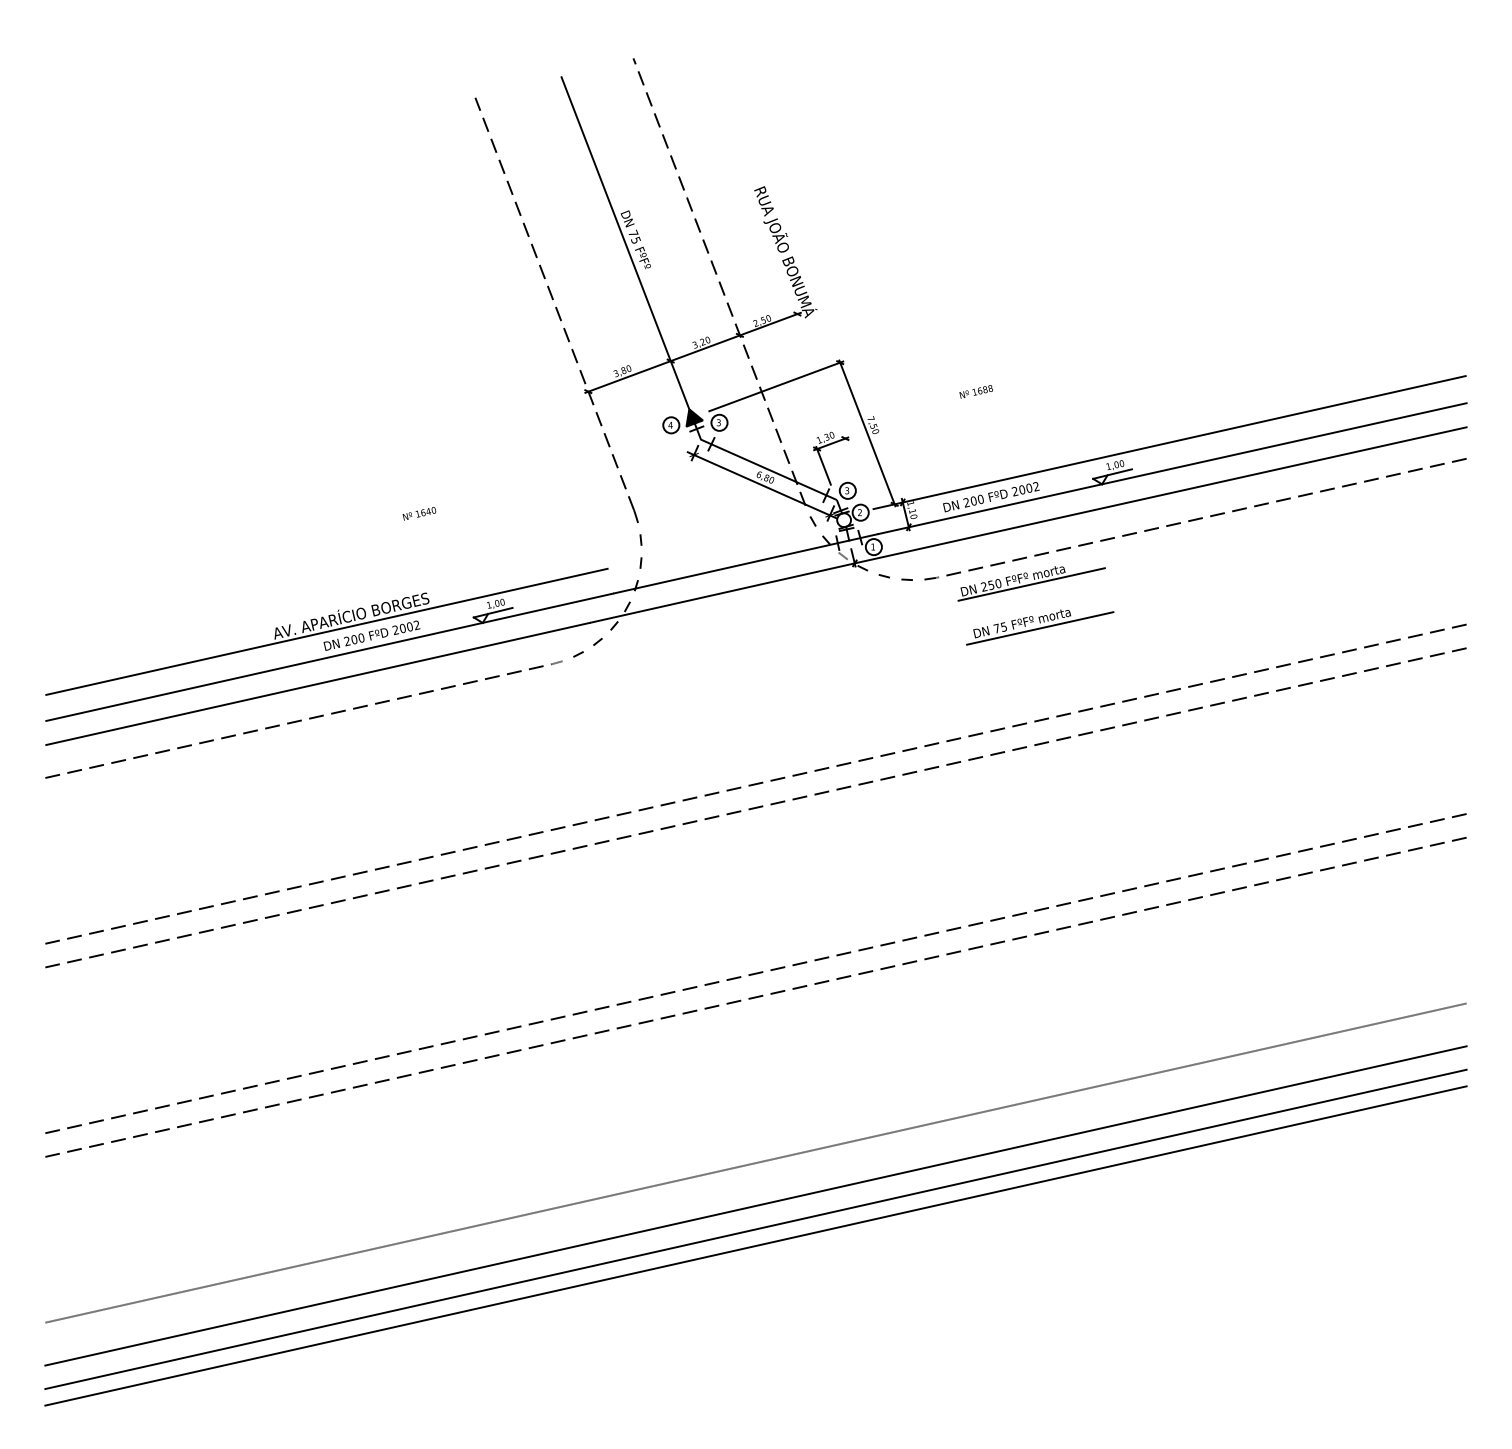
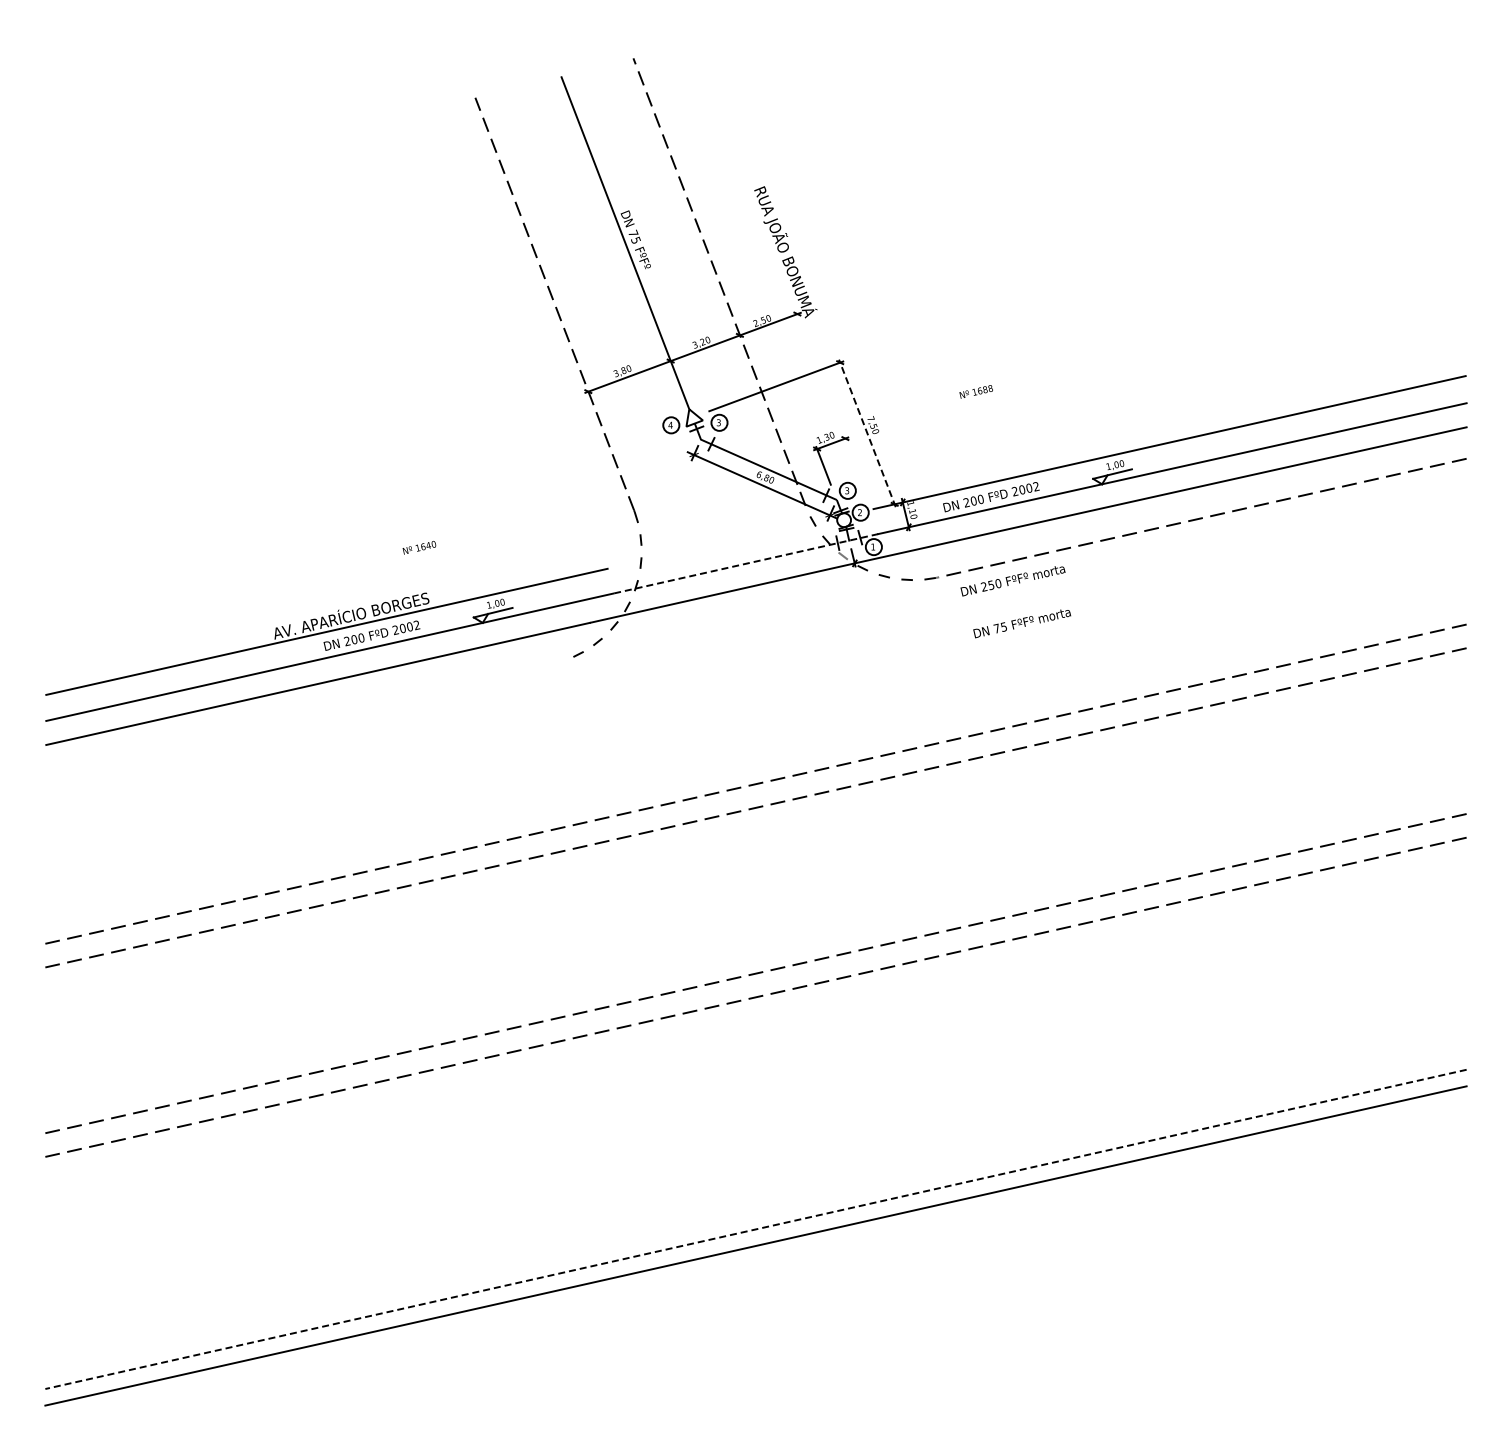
fill at (694, 417): present -> none
line at (867, 432): solid -> dashed
text at (419, 513) position: (419, 513) -> (419, 547)
line at (746, 563): solid -> dashed
line at (1031, 584): present -> none
line at (1040, 628): present -> none
part at (303, 719): present -> none
line at (755, 1162): present -> none
line at (755, 1205): present -> none
line at (755, 1229): solid -> dashed
